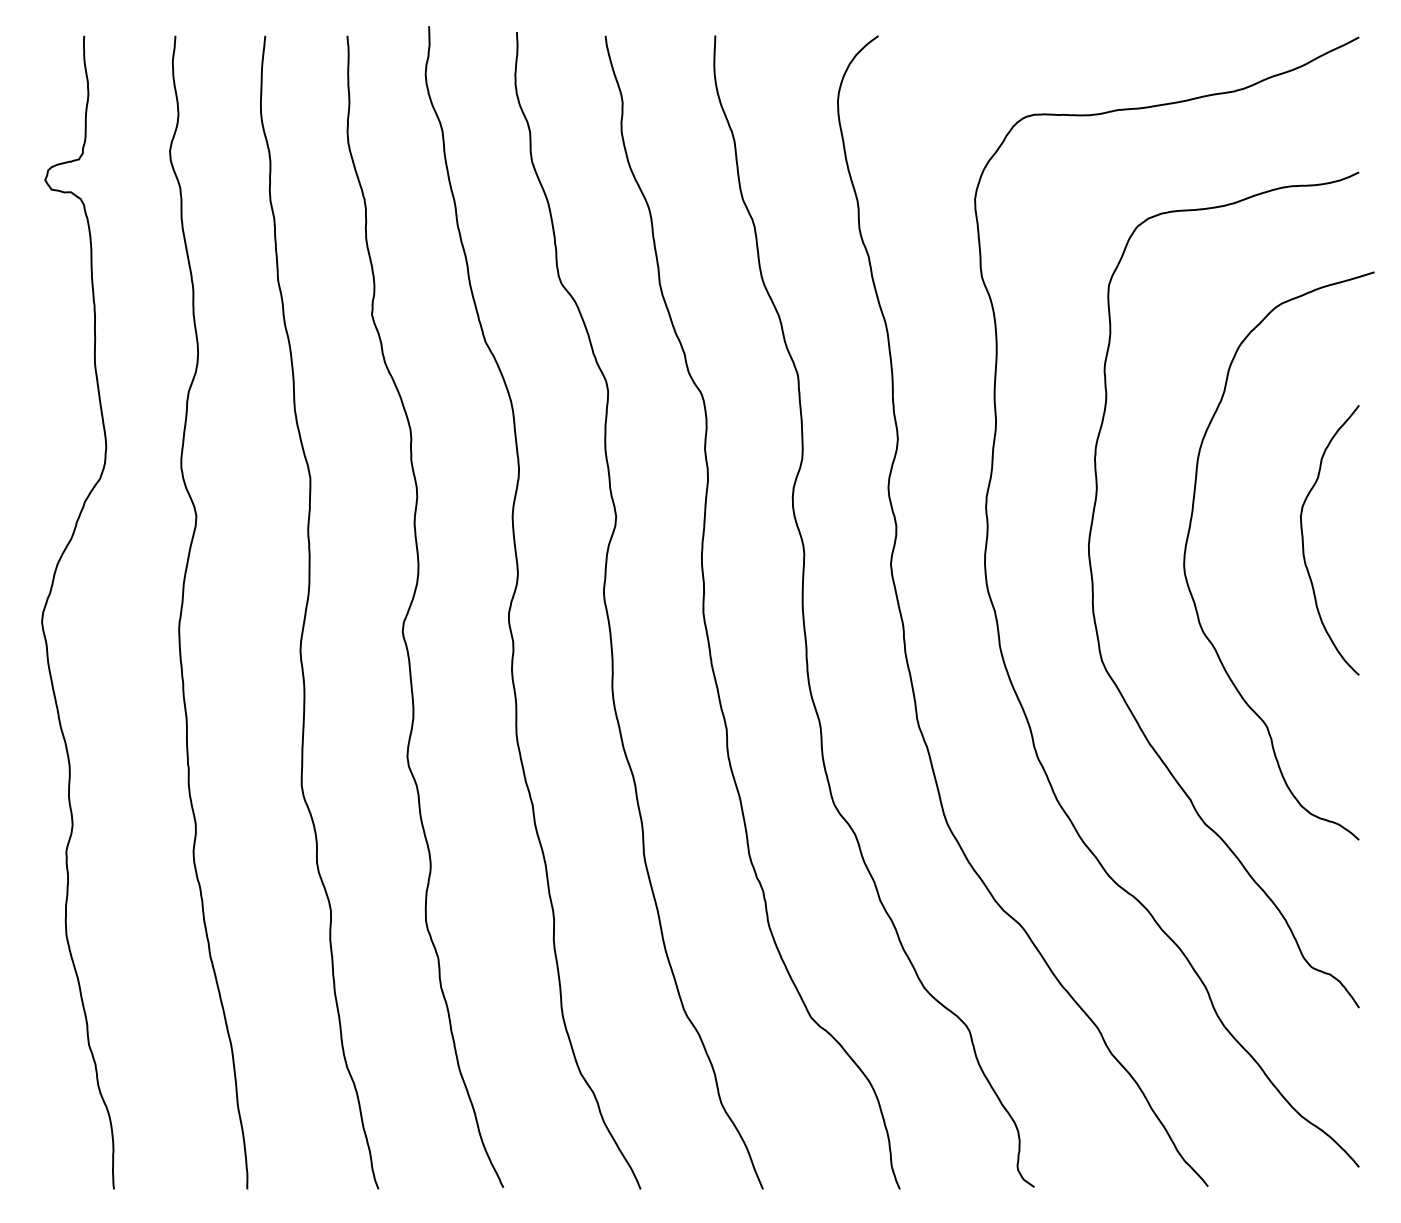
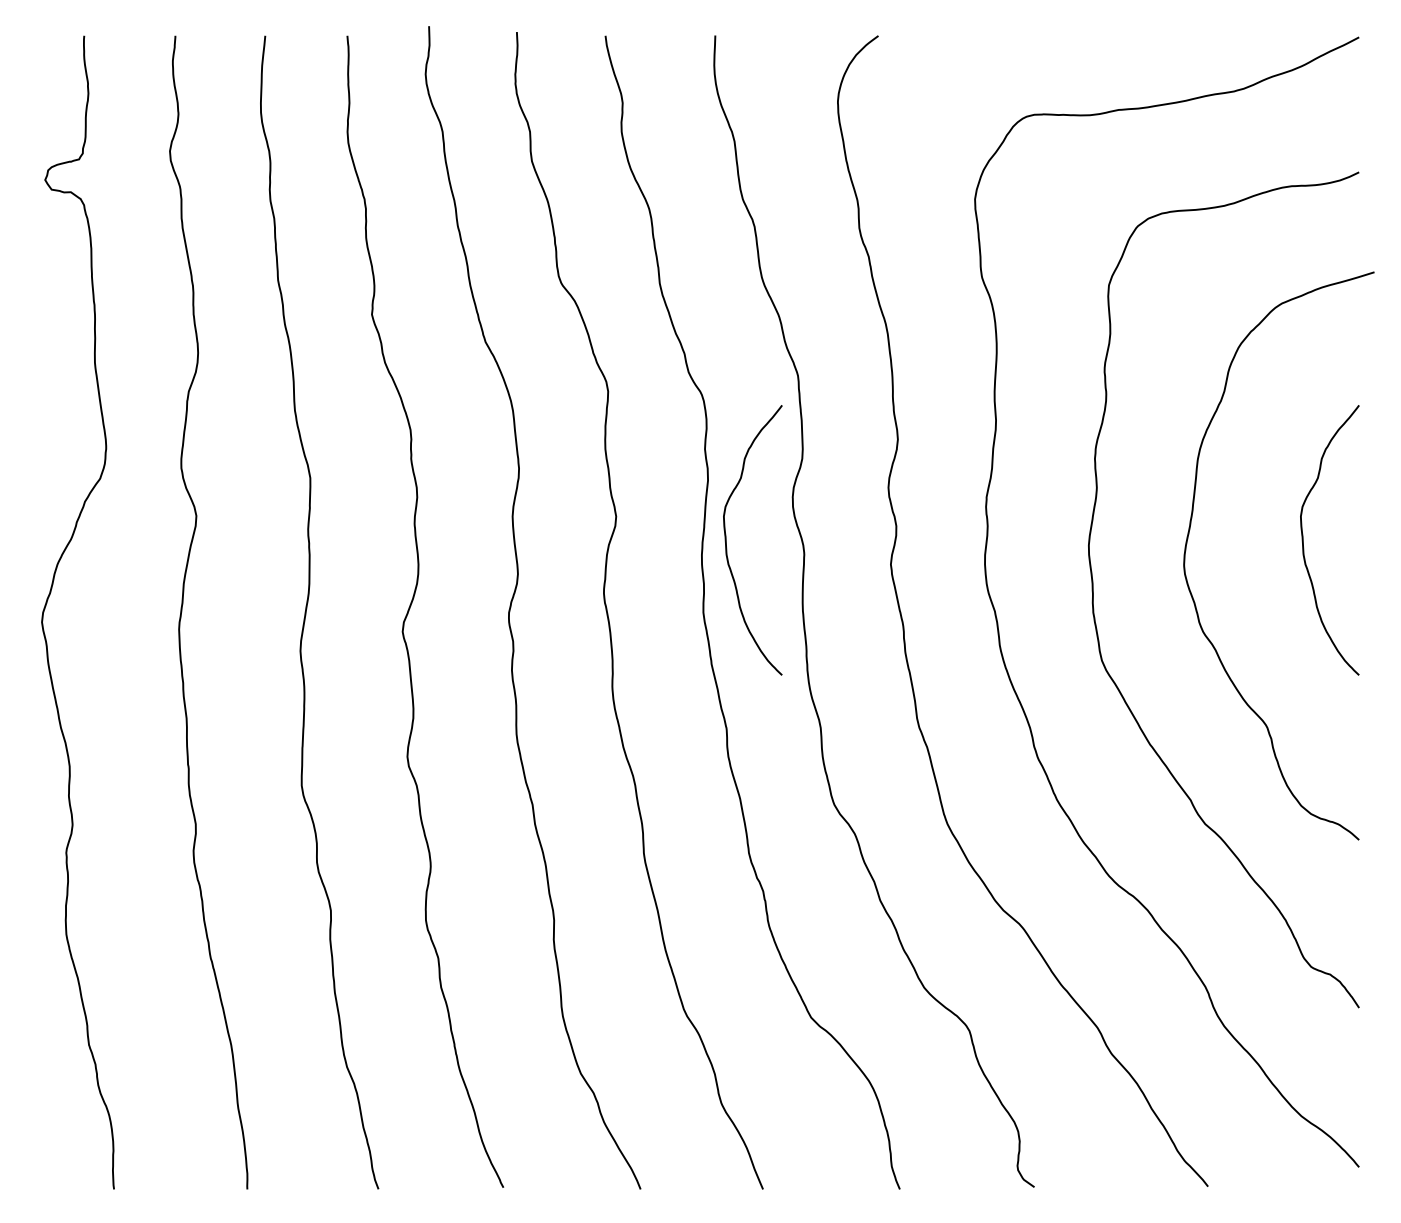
curve at (726, 540): none -> present
